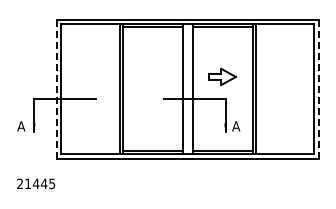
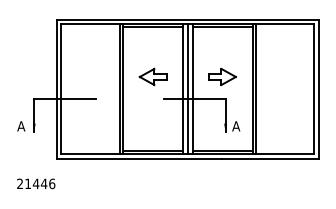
part at (152, 76): none -> present
line at (56, 89): dashed -> solid
line at (187, 89): none -> present
line at (318, 89): dashed -> solid
text at (52, 183): 21445 -> 21446
